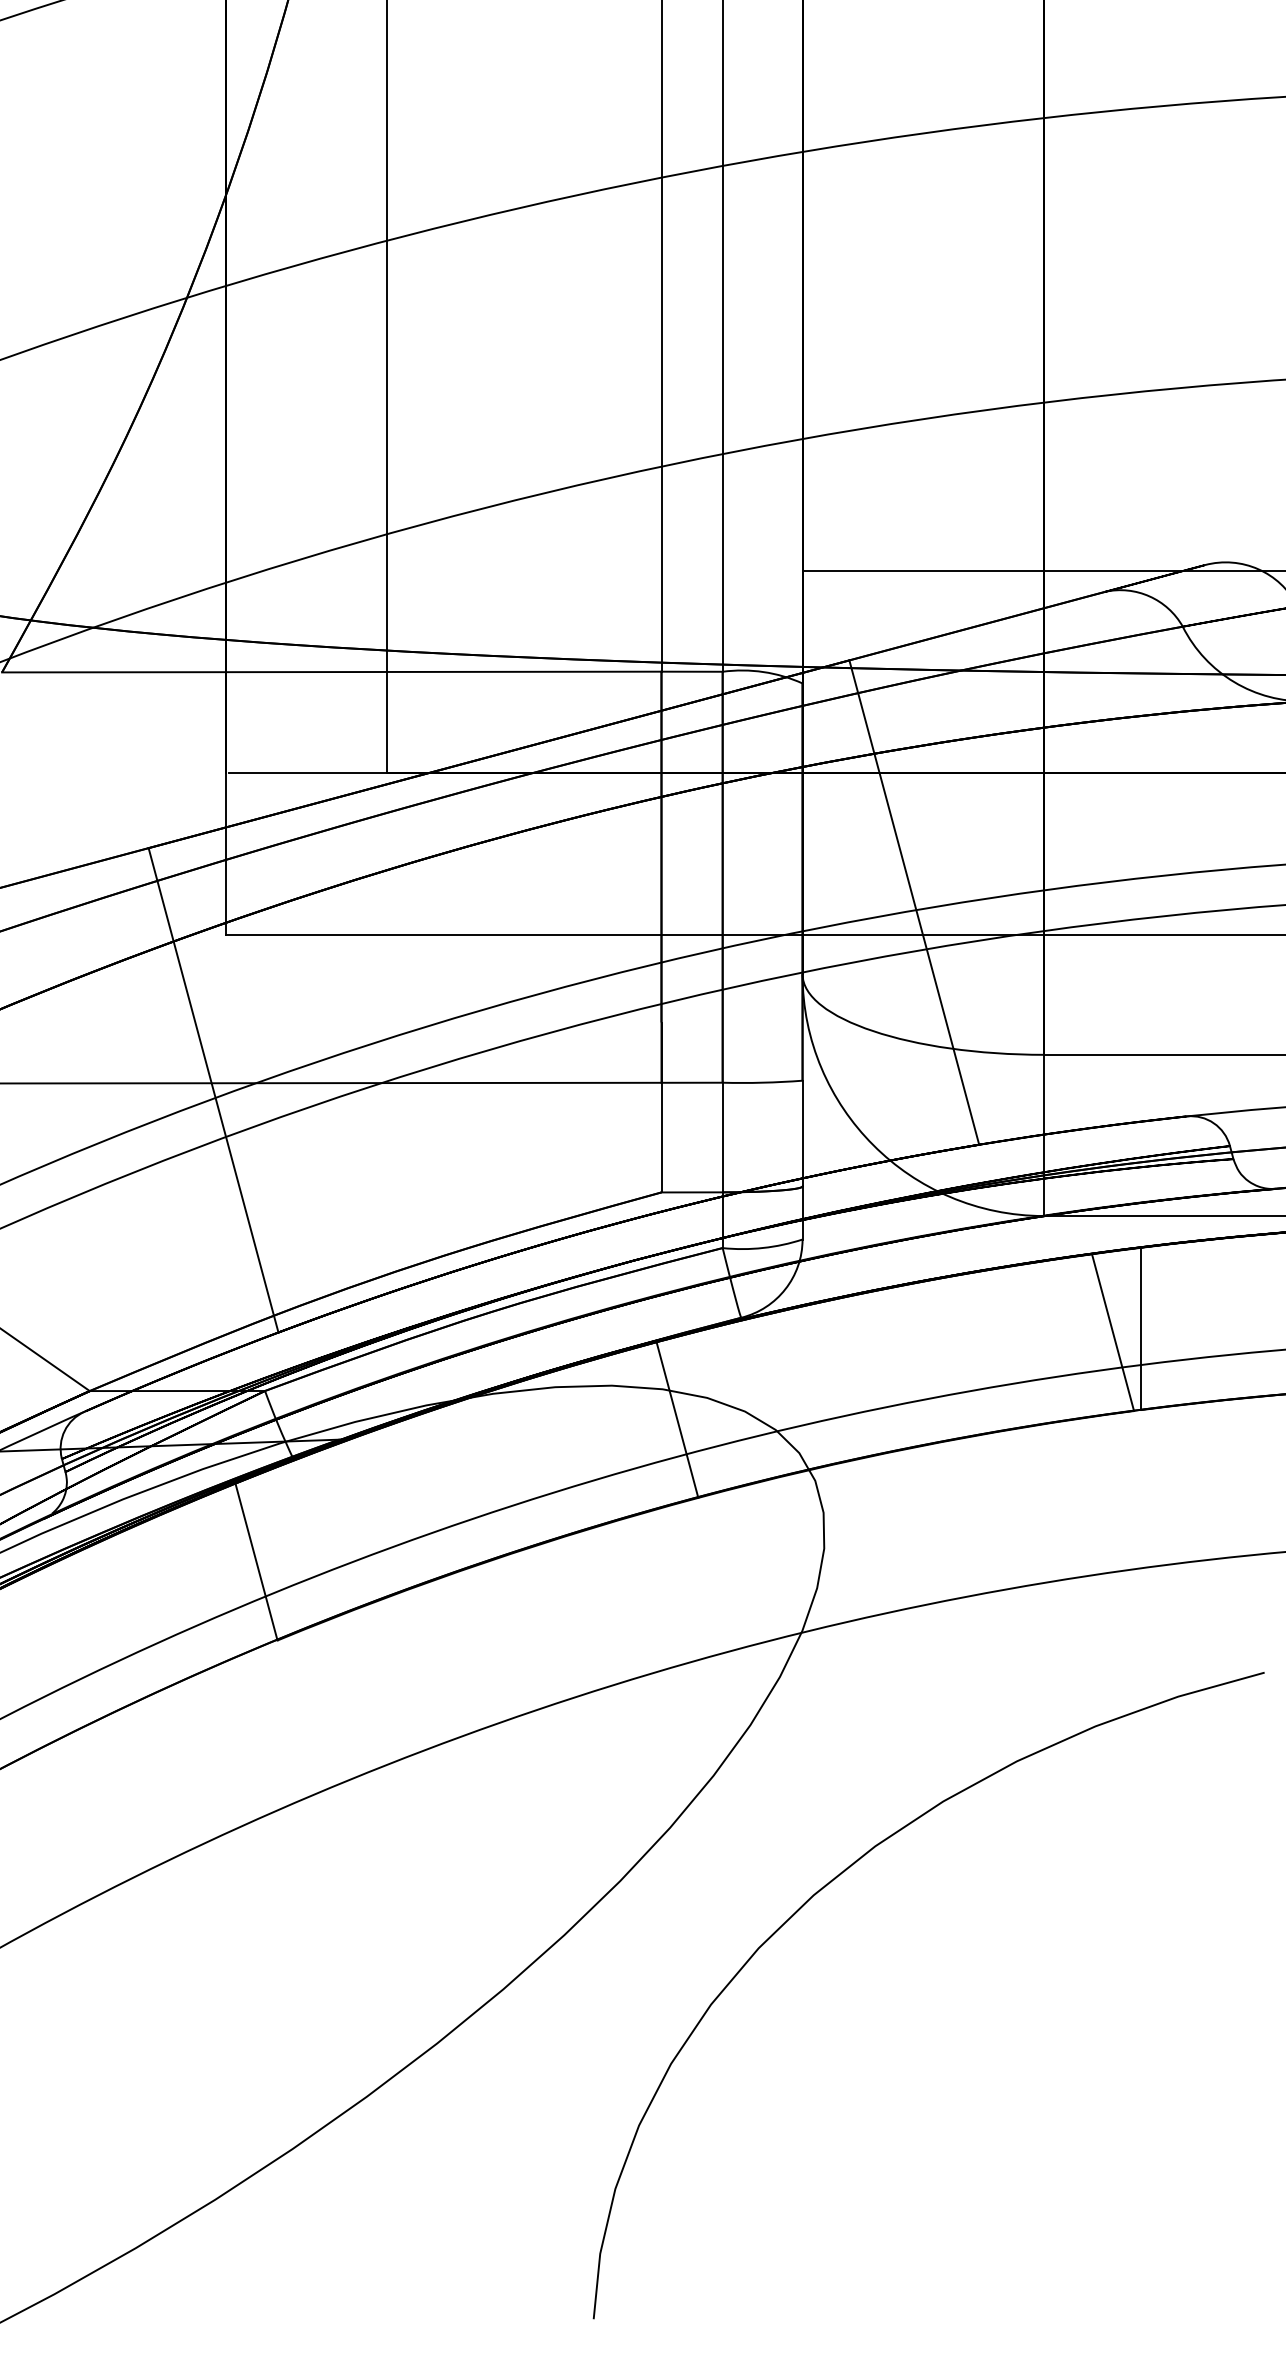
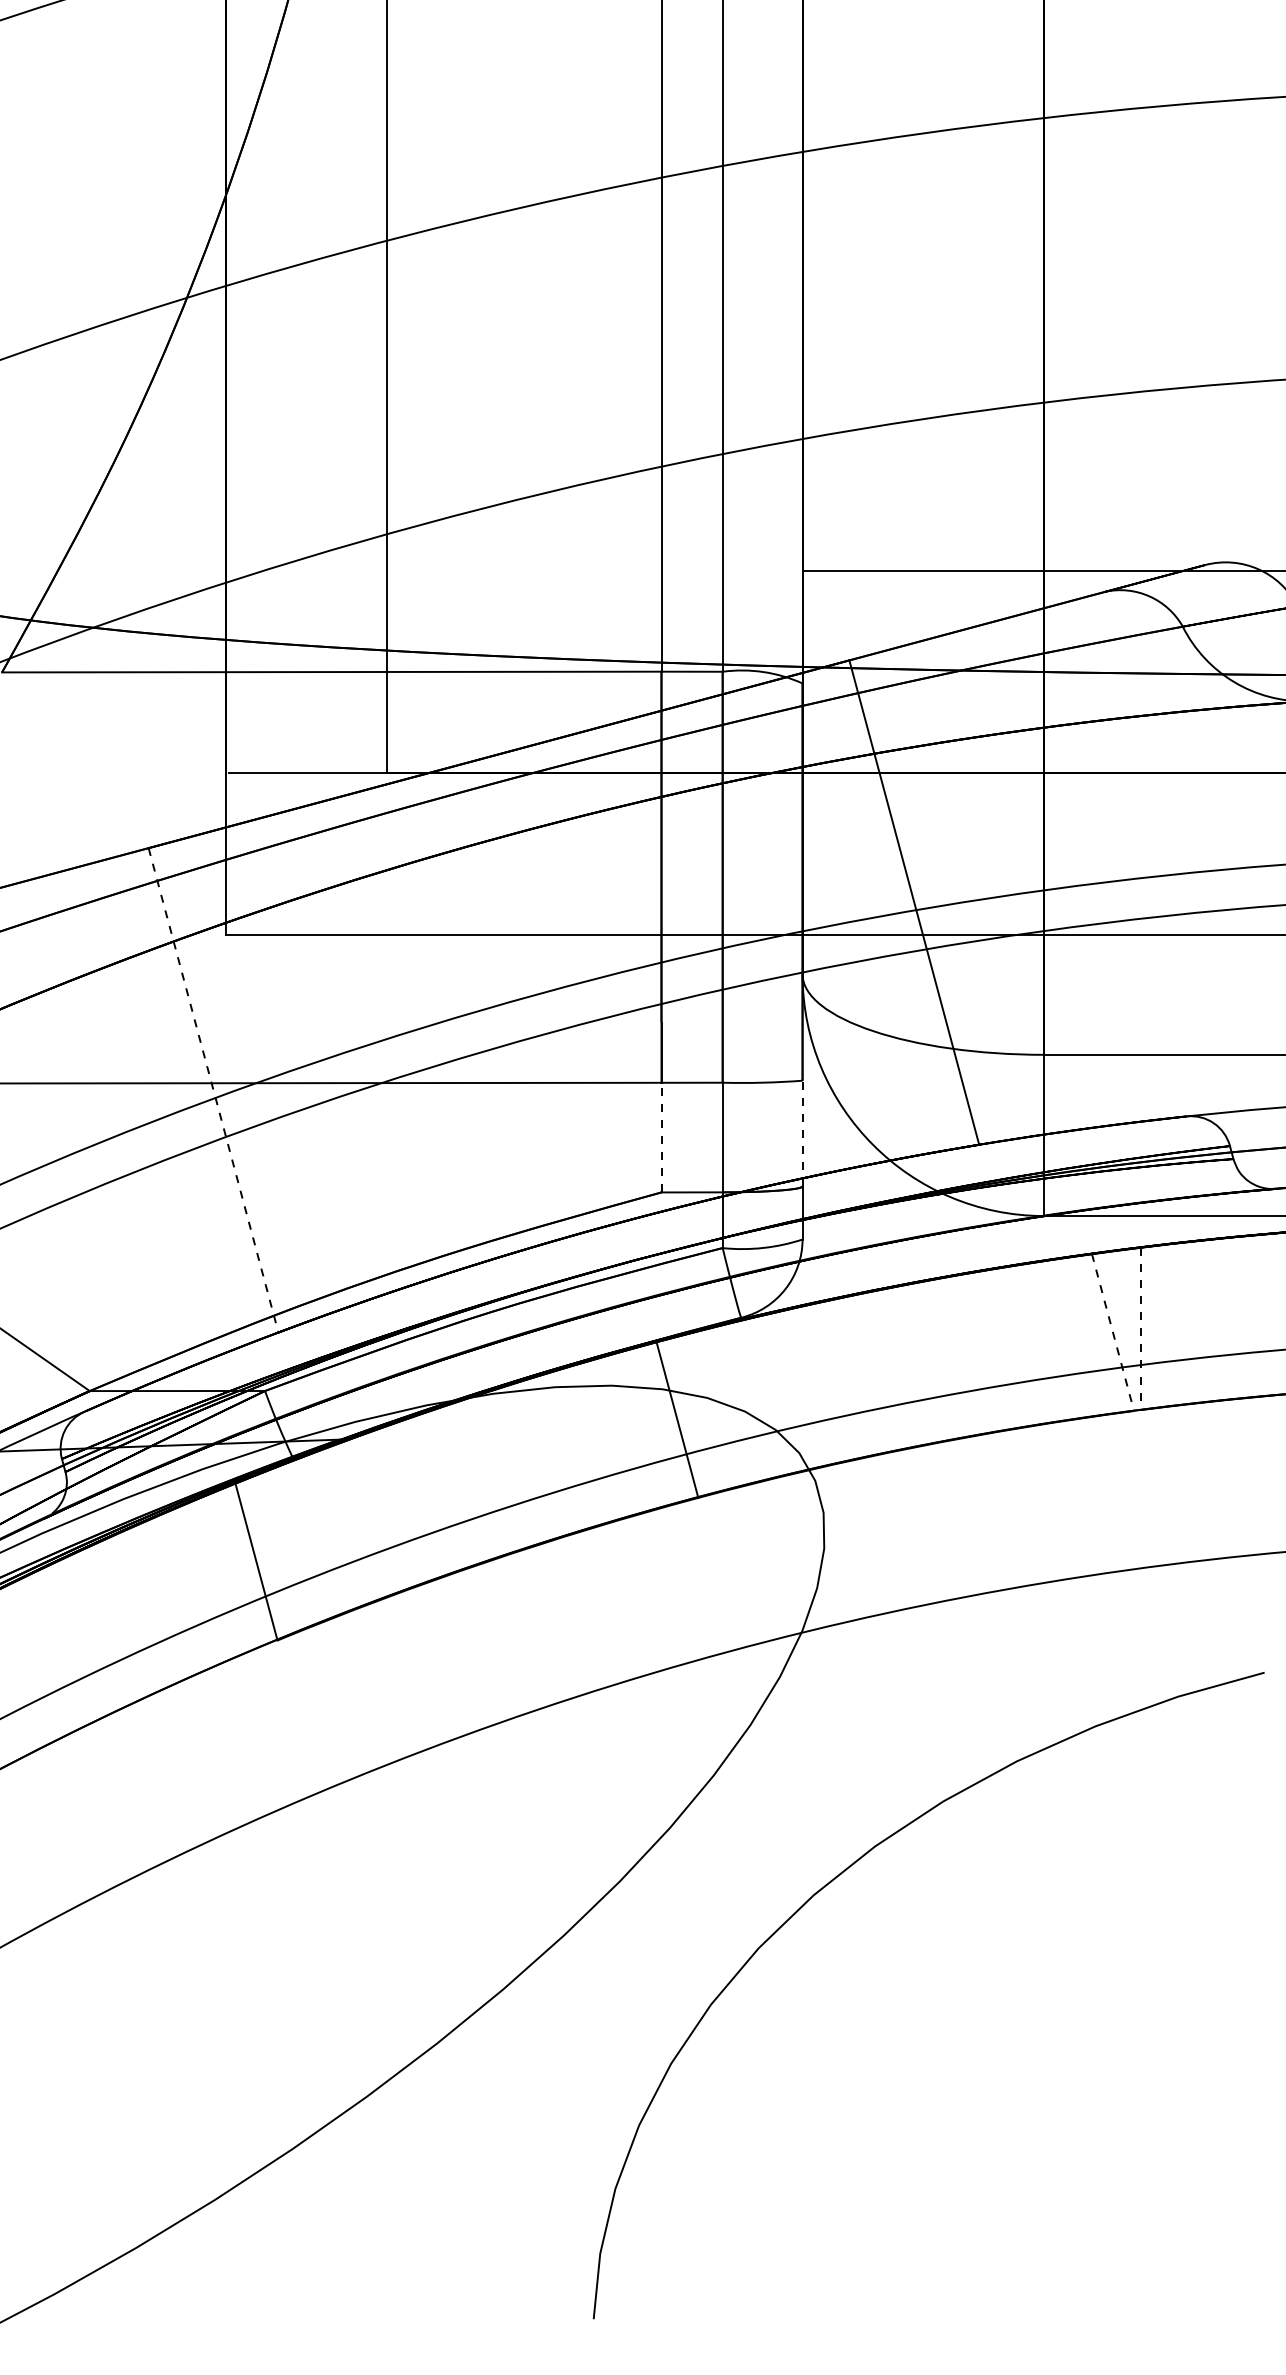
line at (213, 1090): solid -> dashed
line at (802, 1133): solid -> dashed
line at (661, 1137): solid -> dashed
line at (1140, 1329): solid -> dashed
line at (1113, 1332): solid -> dashed
